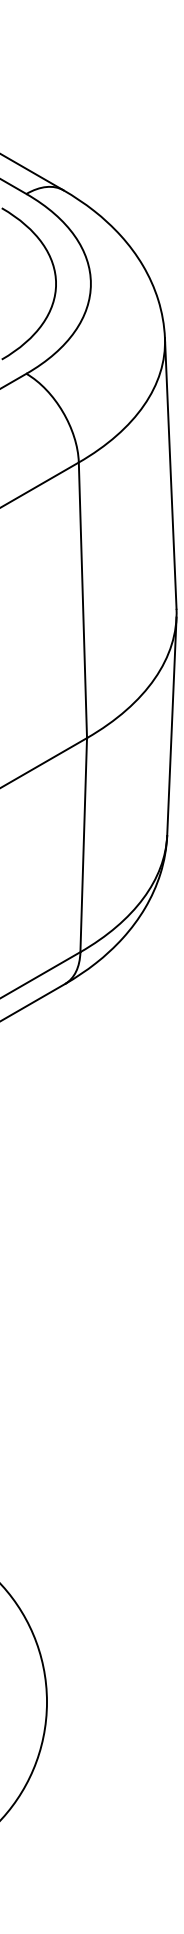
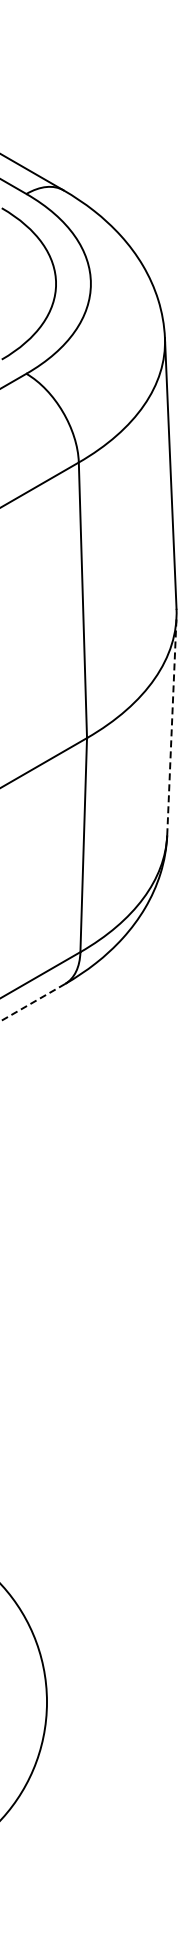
line at (171, 726): solid -> dashed
line at (32, 1002): solid -> dashed
